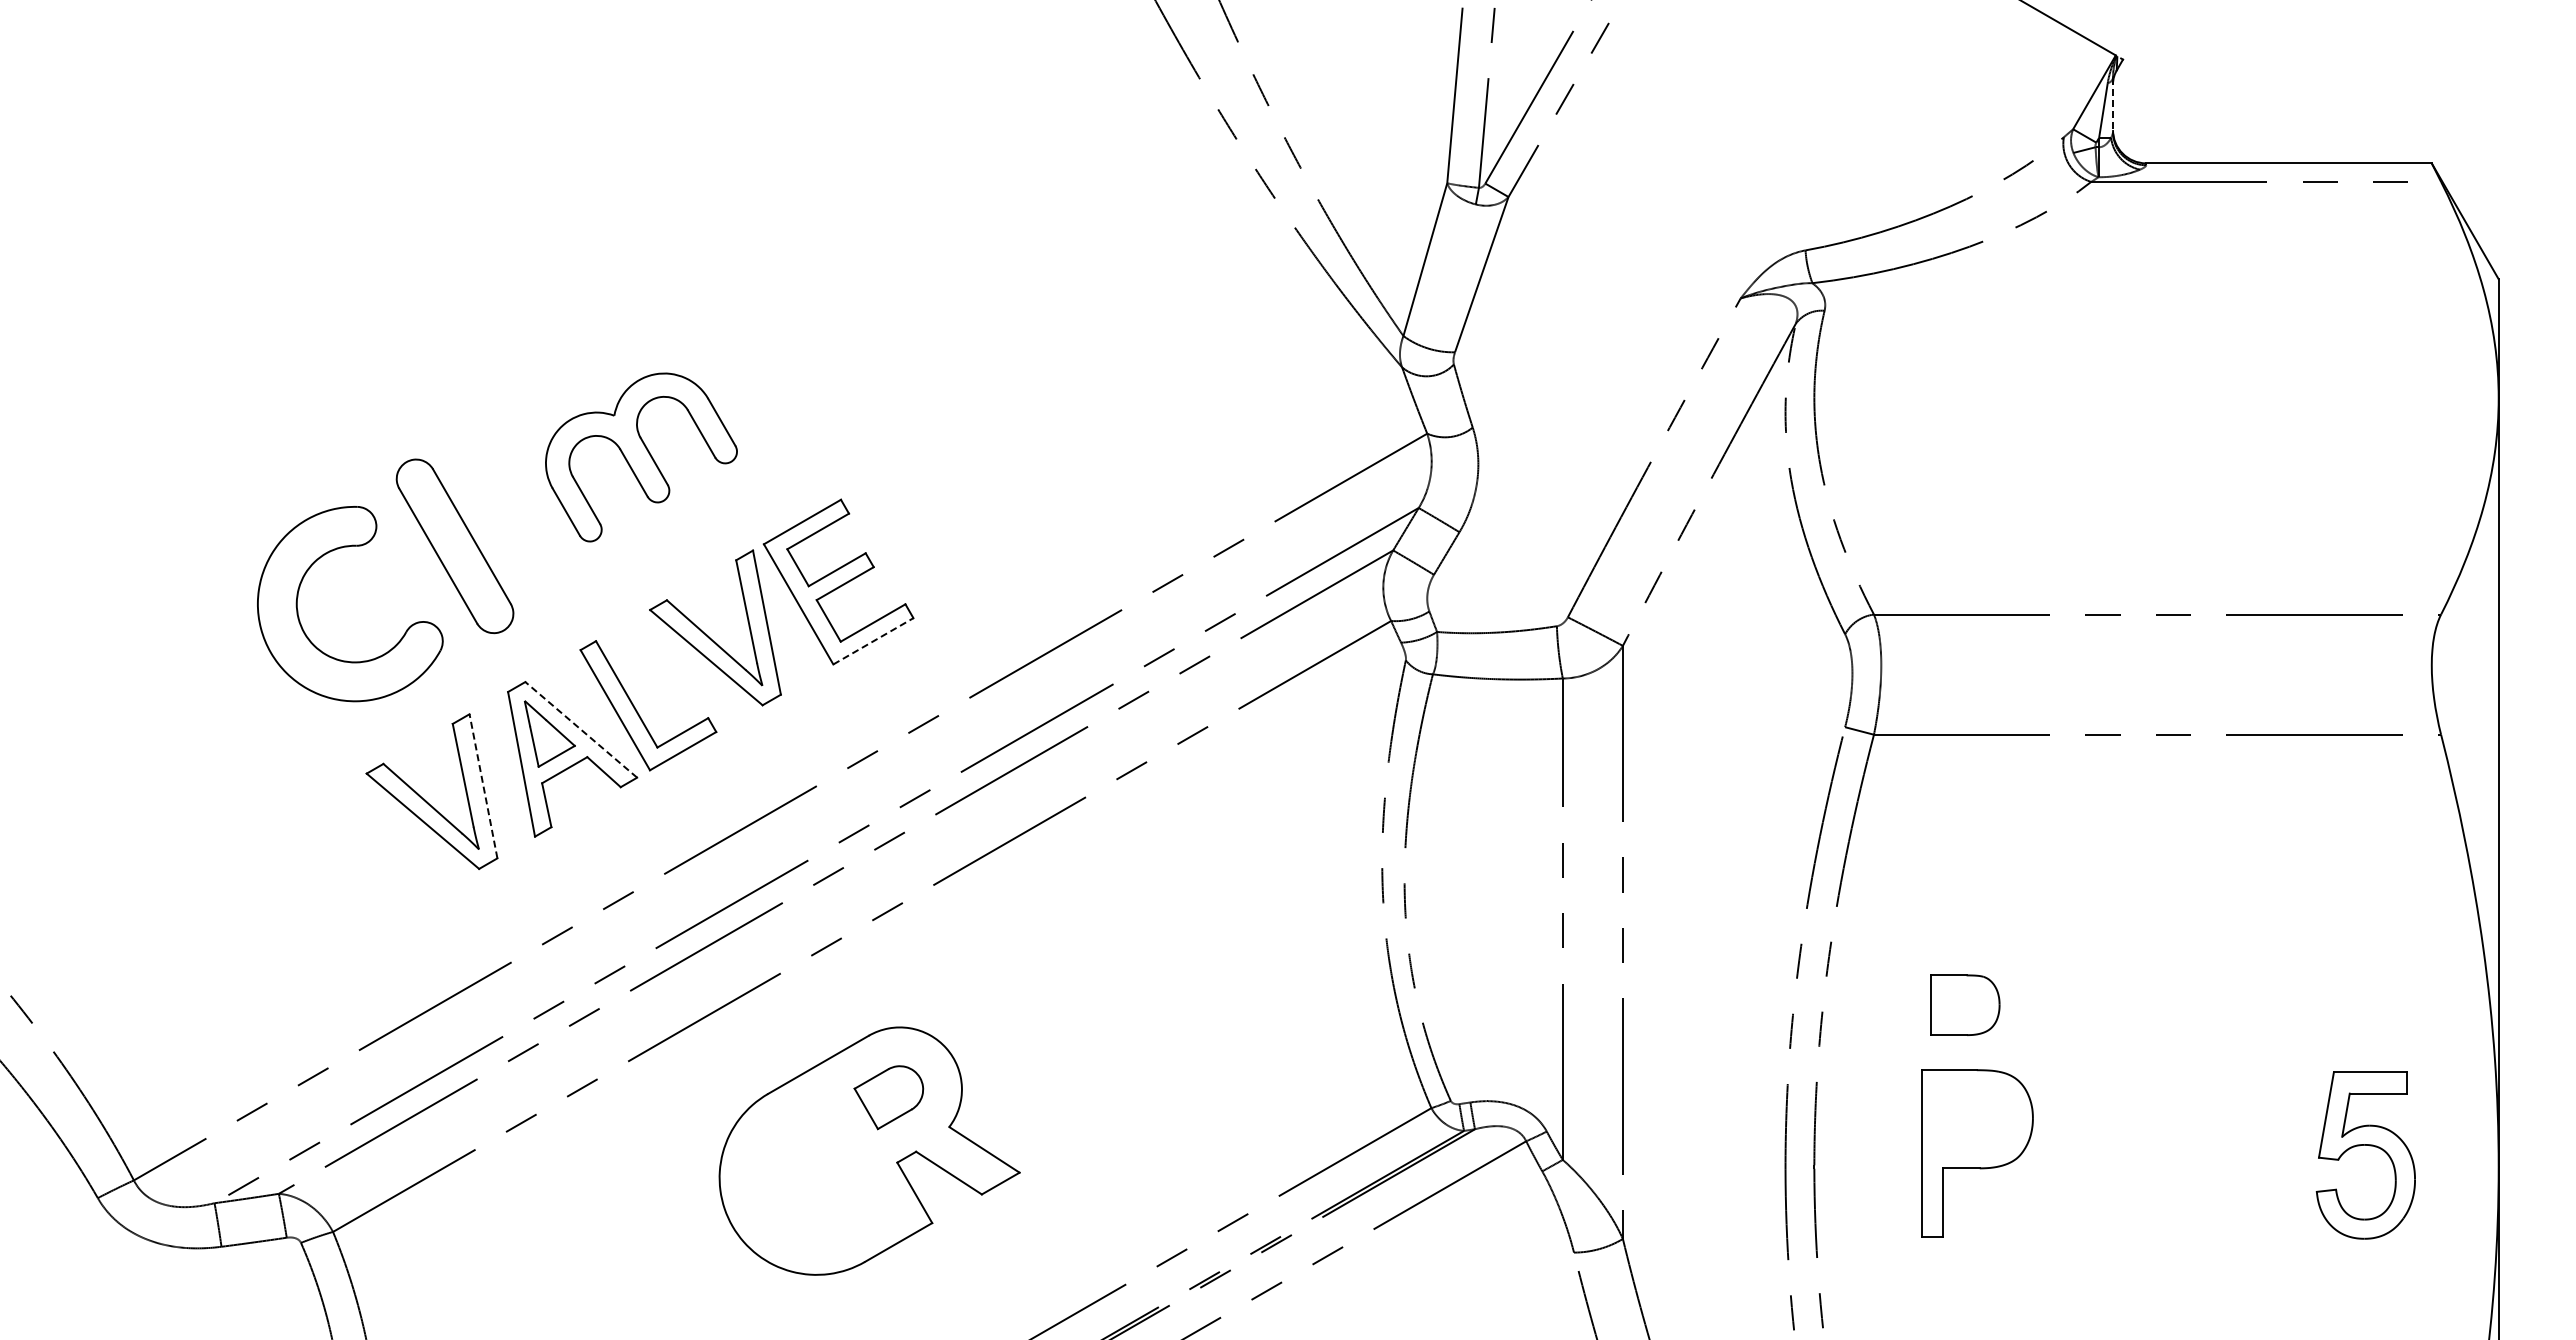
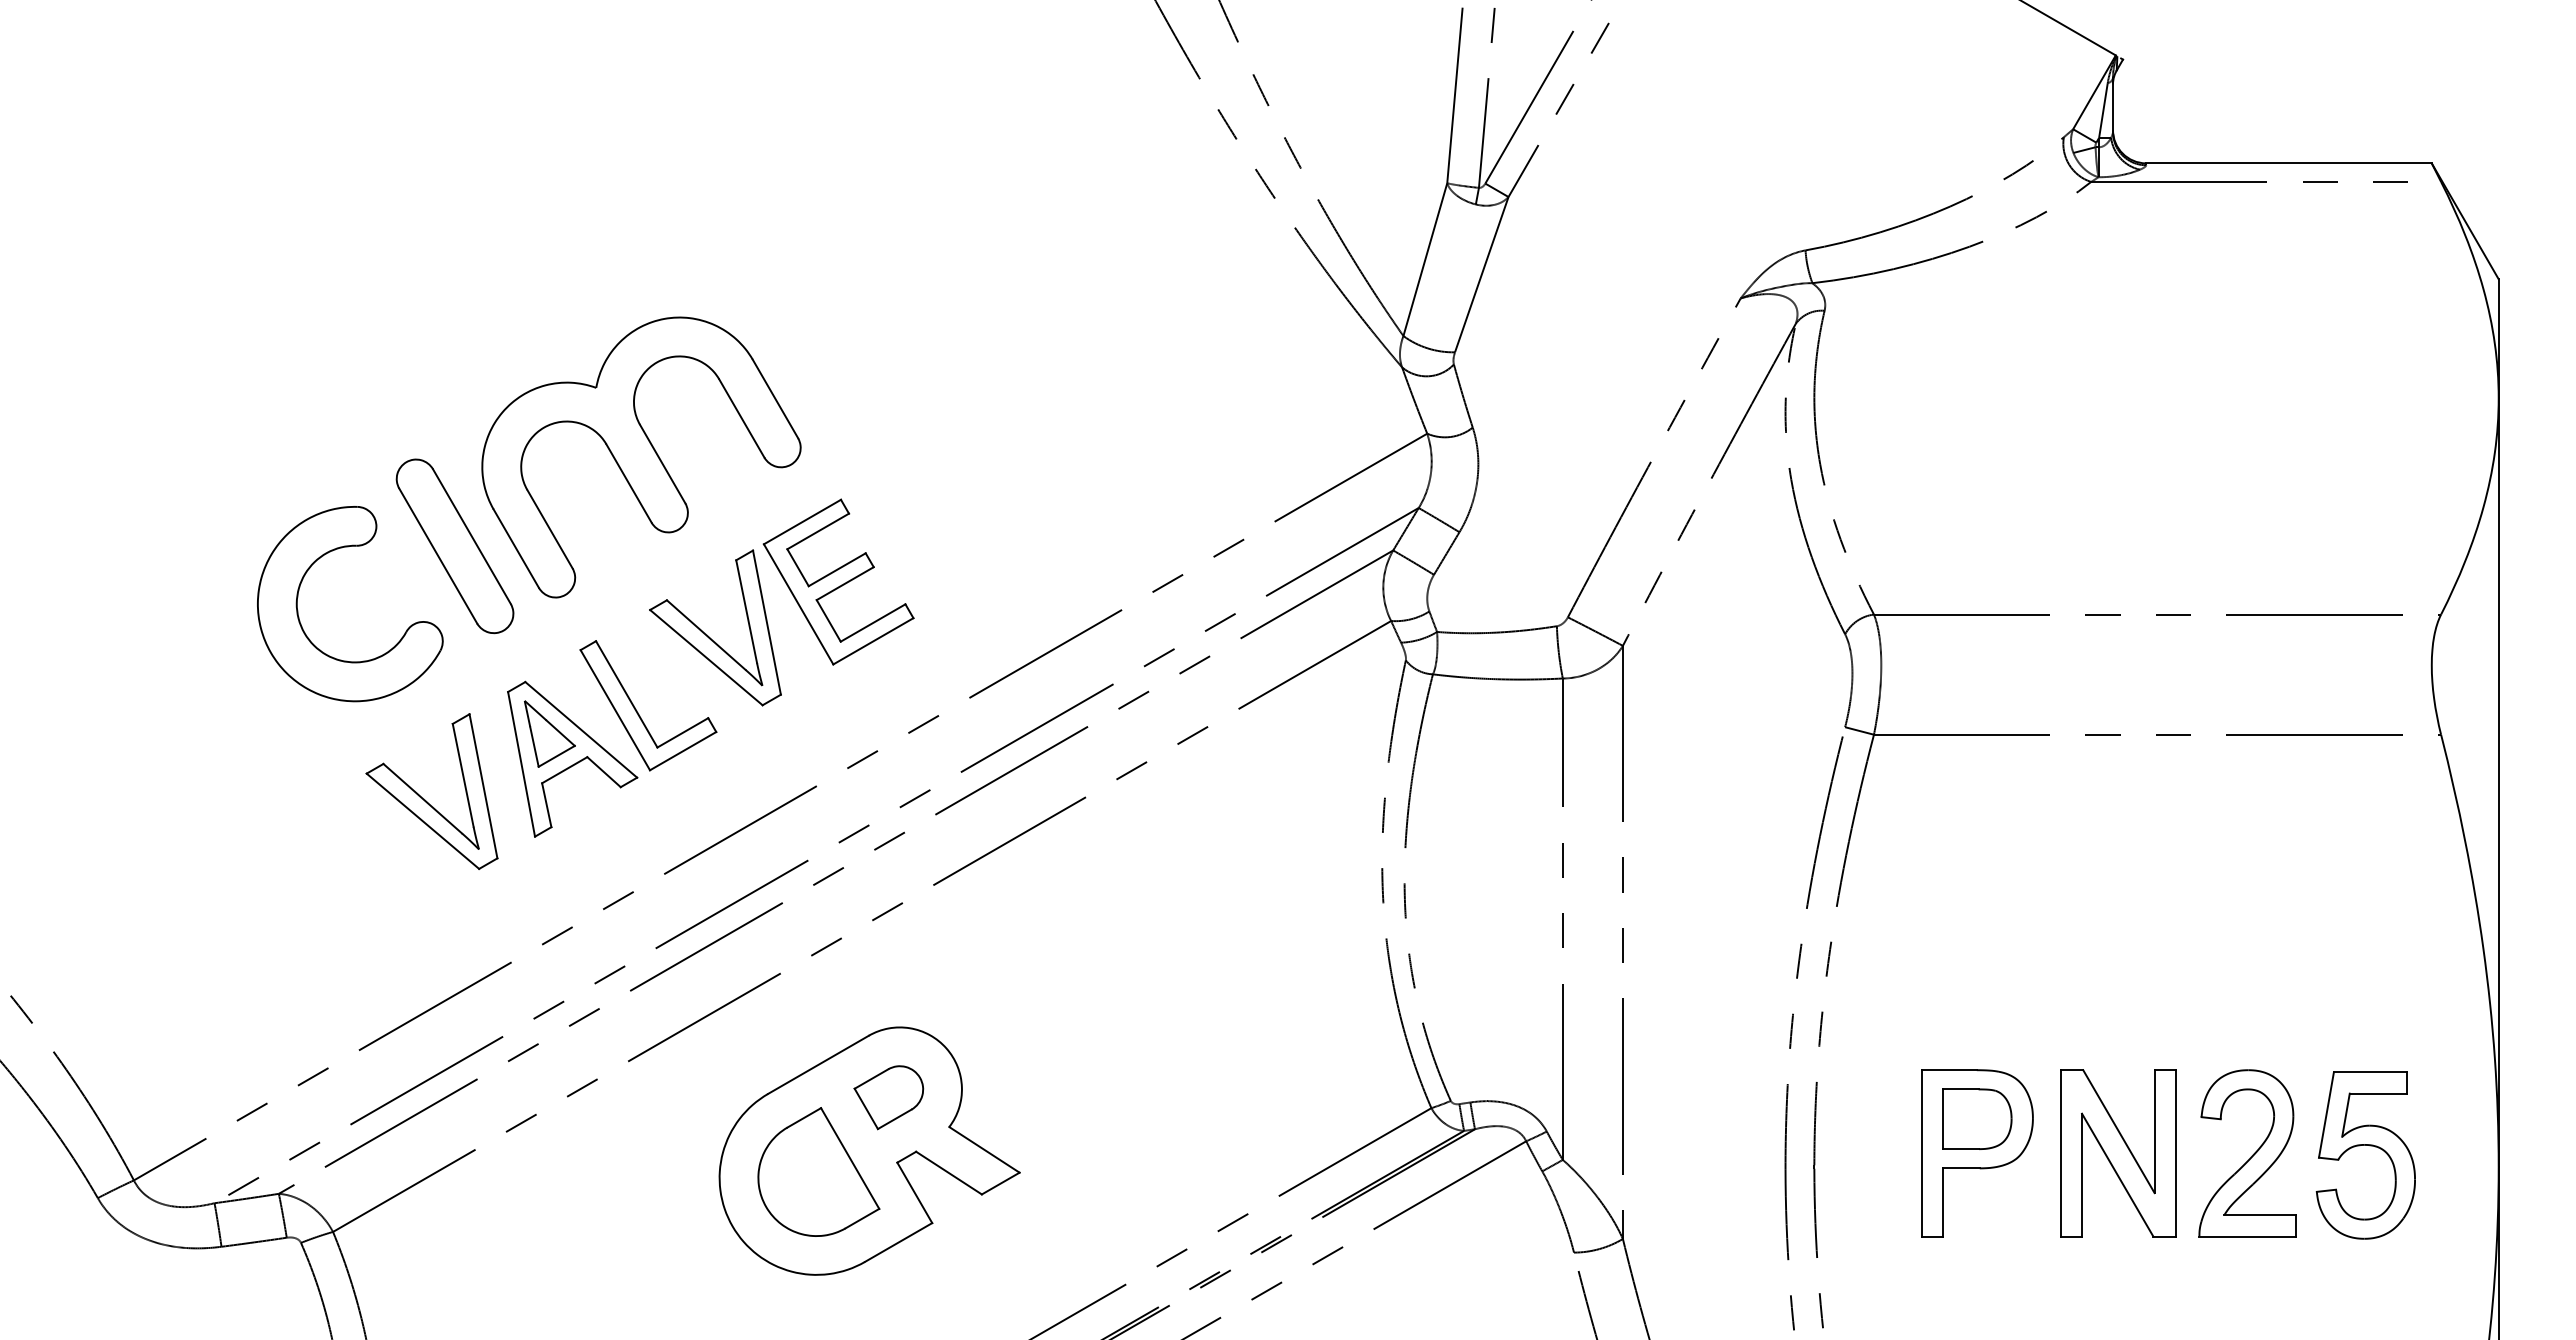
line at (2112, 105): dashed -> solid
part at (641, 457) size: 193x171 px -> 321x283 px
line at (873, 641): dashed -> solid
line at (581, 729): dashed -> solid
line at (483, 785): dashed -> solid
part at (1965, 1004) position: (1965, 1004) -> (1977, 1118)
part at (2118, 1153): none -> present
part at (2247, 1153): none -> present
part at (818, 1171): none -> present
